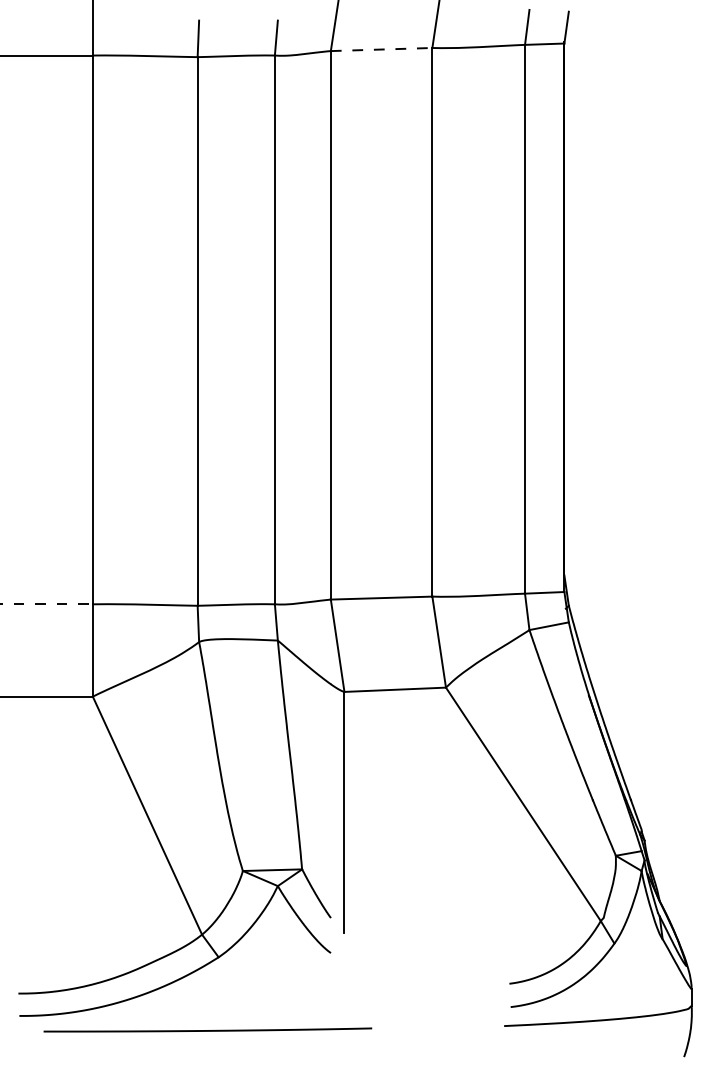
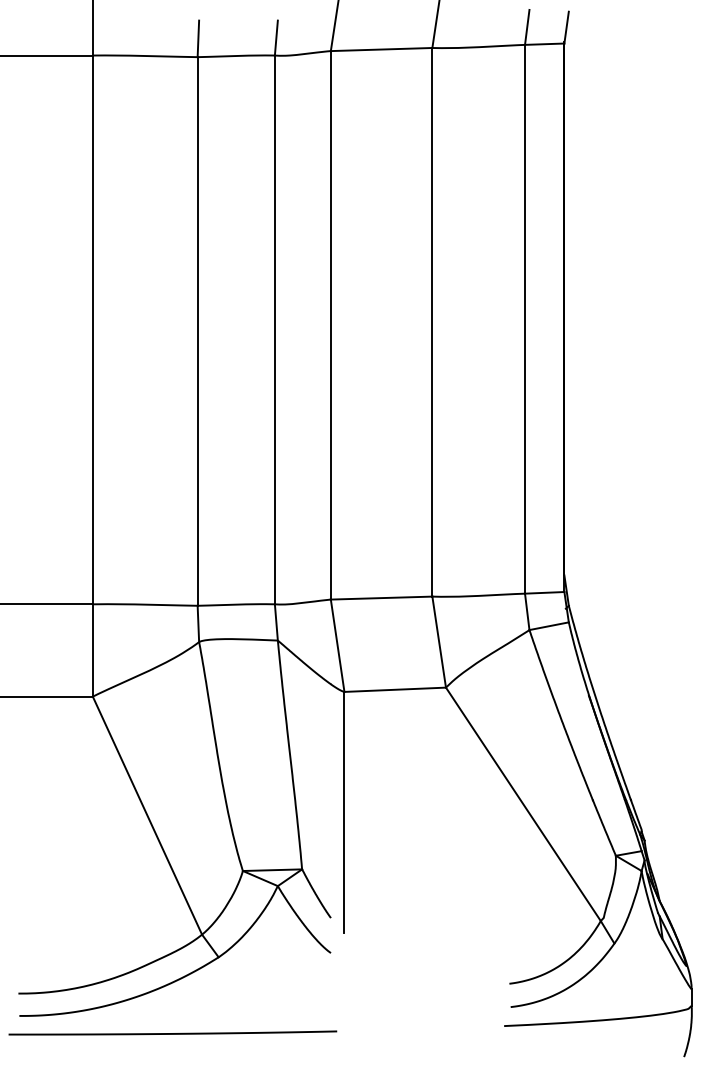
line at (381, 49): dashed -> solid
line at (46, 604): dashed -> solid
line at (207, 1030) position: (207, 1030) -> (172, 1033)
